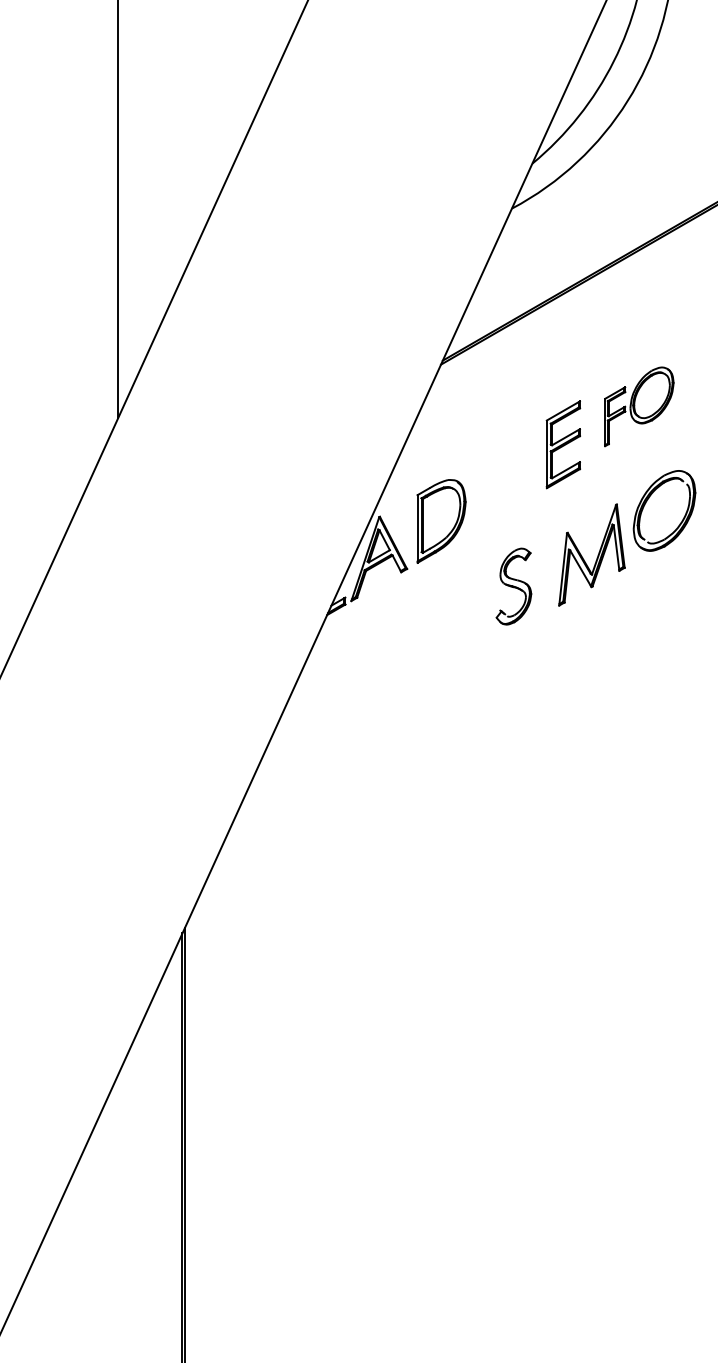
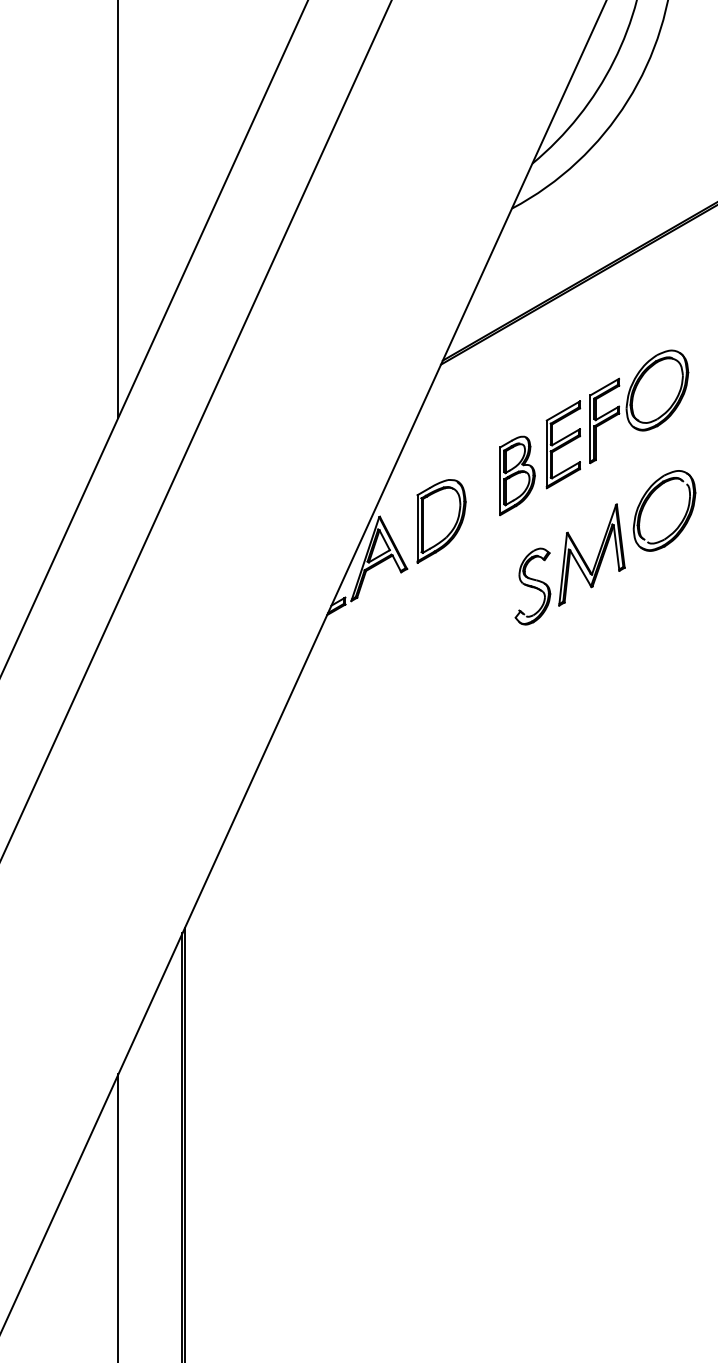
part at (639, 406) size: 71x82 px -> 101x116 px
line at (196, 429): none -> present
part at (517, 475): none -> present
part at (513, 586) position: (513, 586) -> (532, 586)
line at (118, 1216): none -> present
